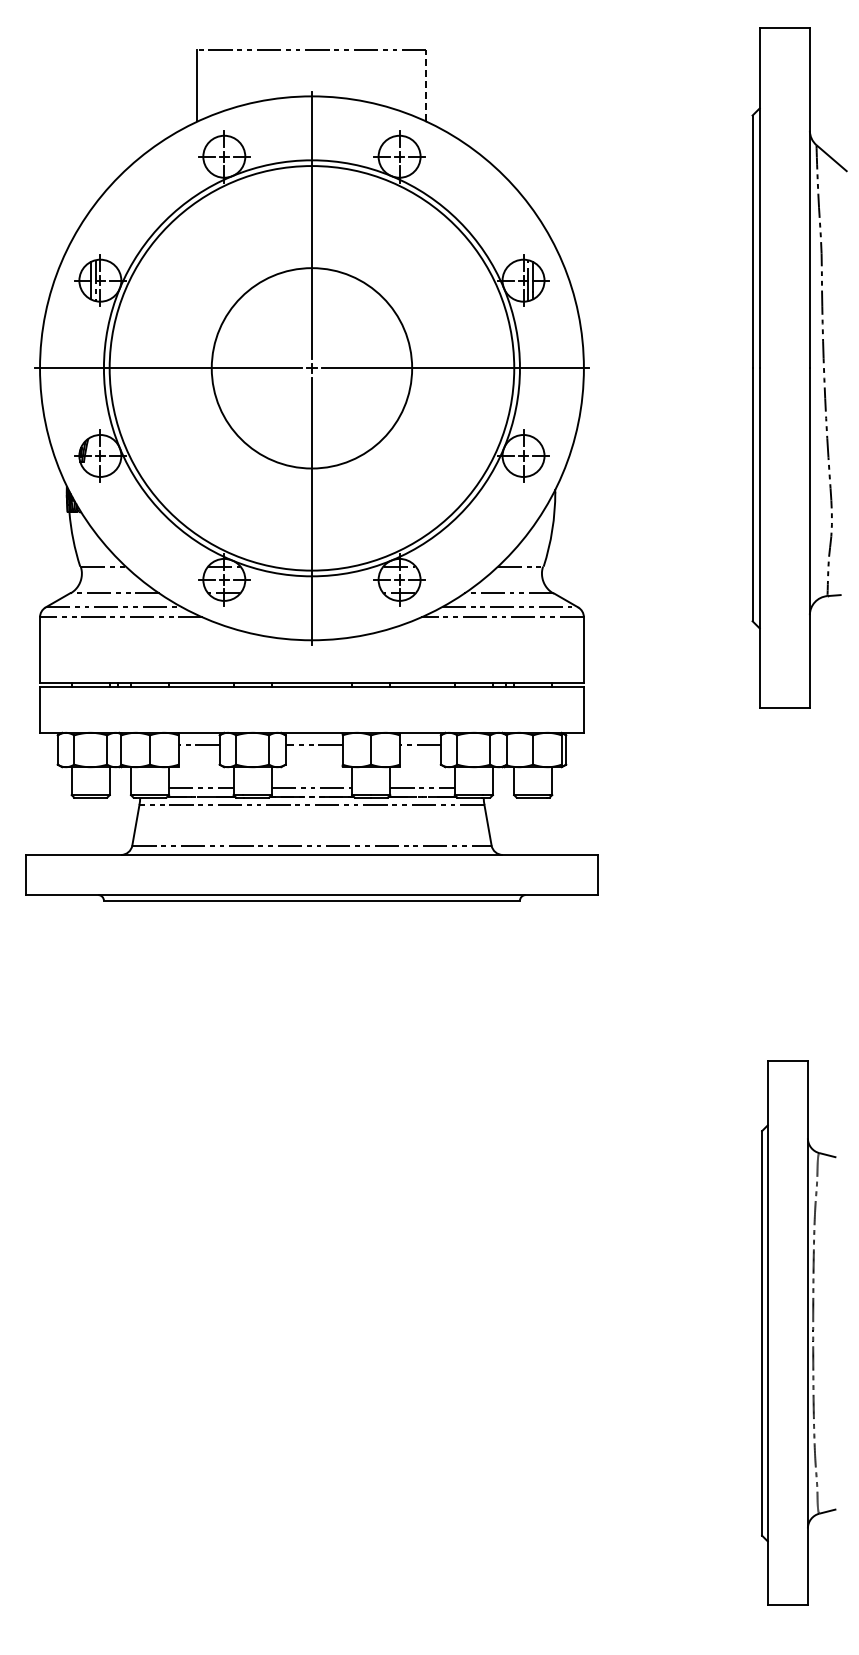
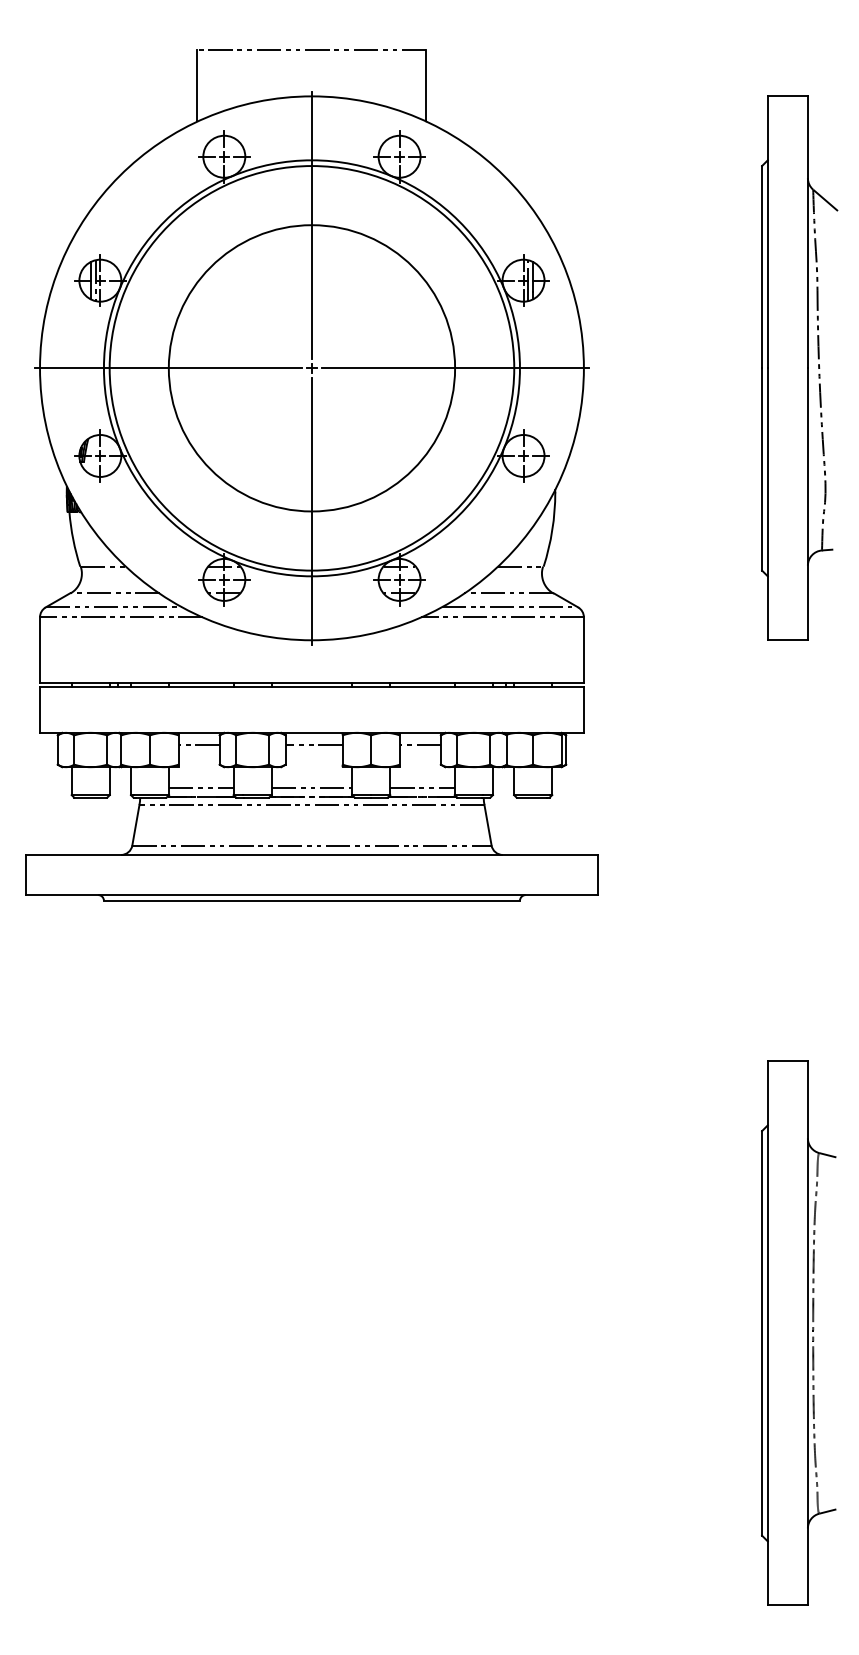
line at (426, 85): dashed -> solid
part at (799, 367) size: 97x682 px -> 78x546 px
circle at (311, 368) diameter: 200 px -> 286 px
